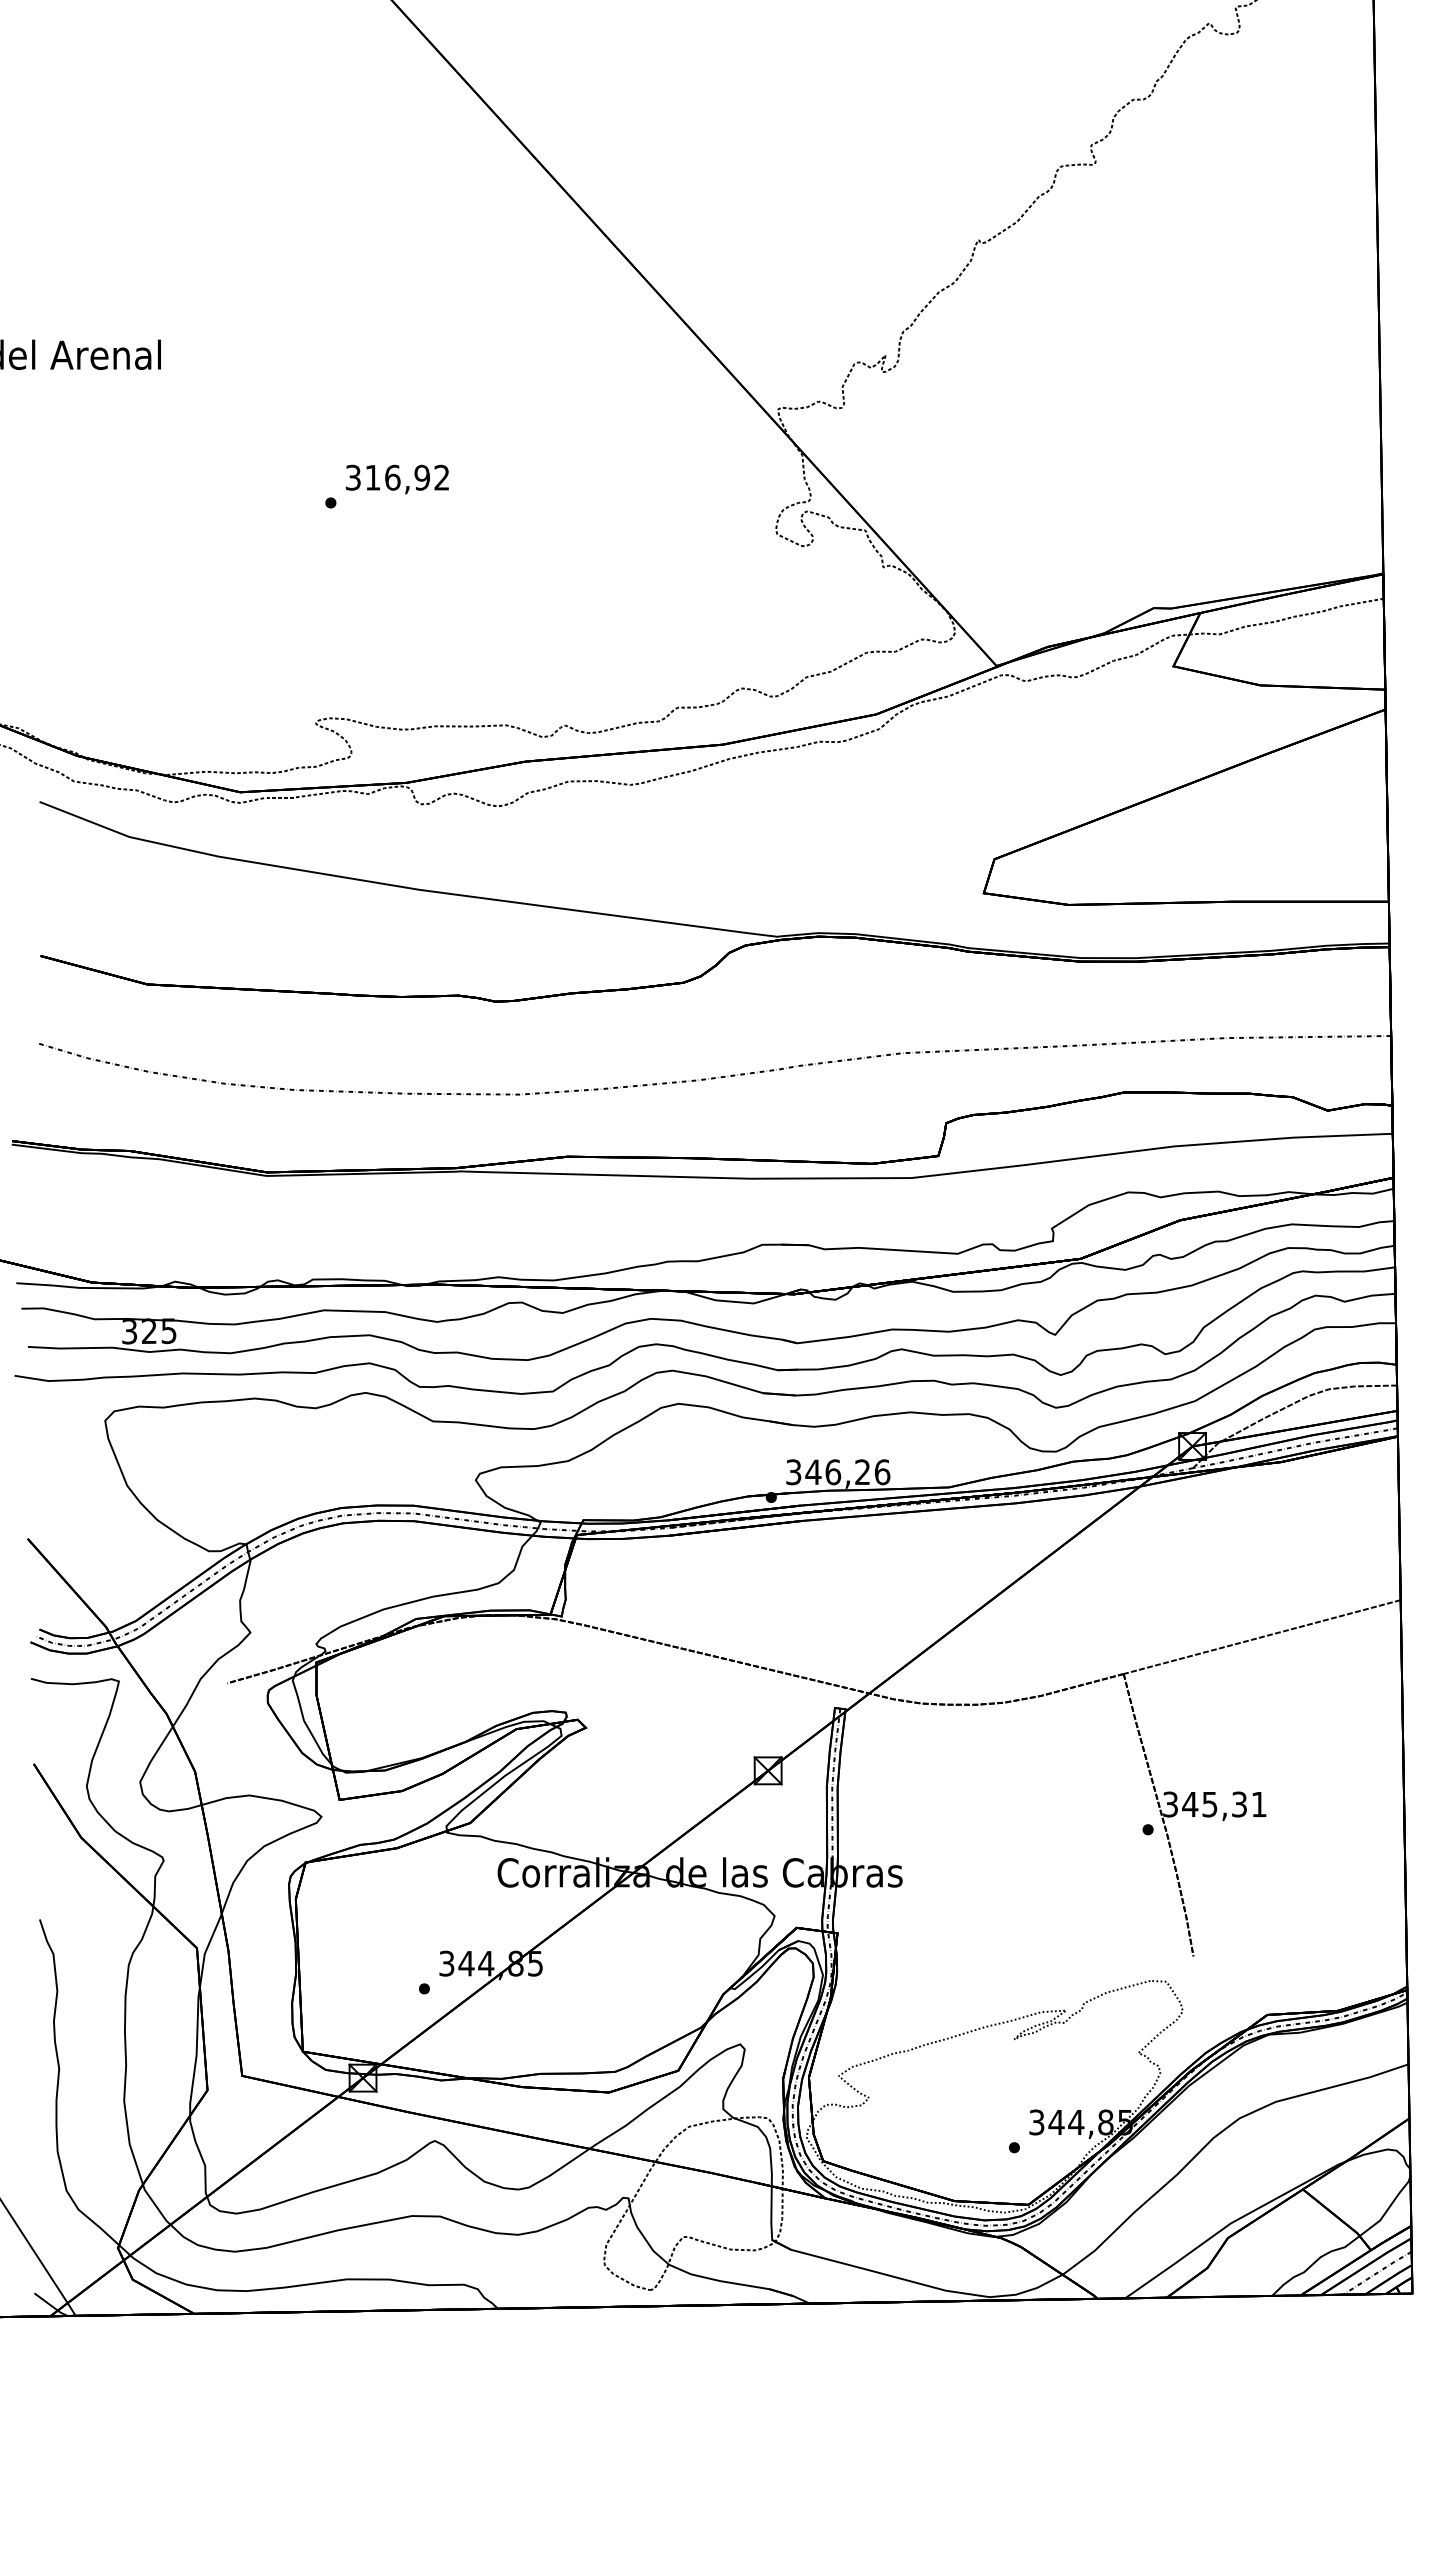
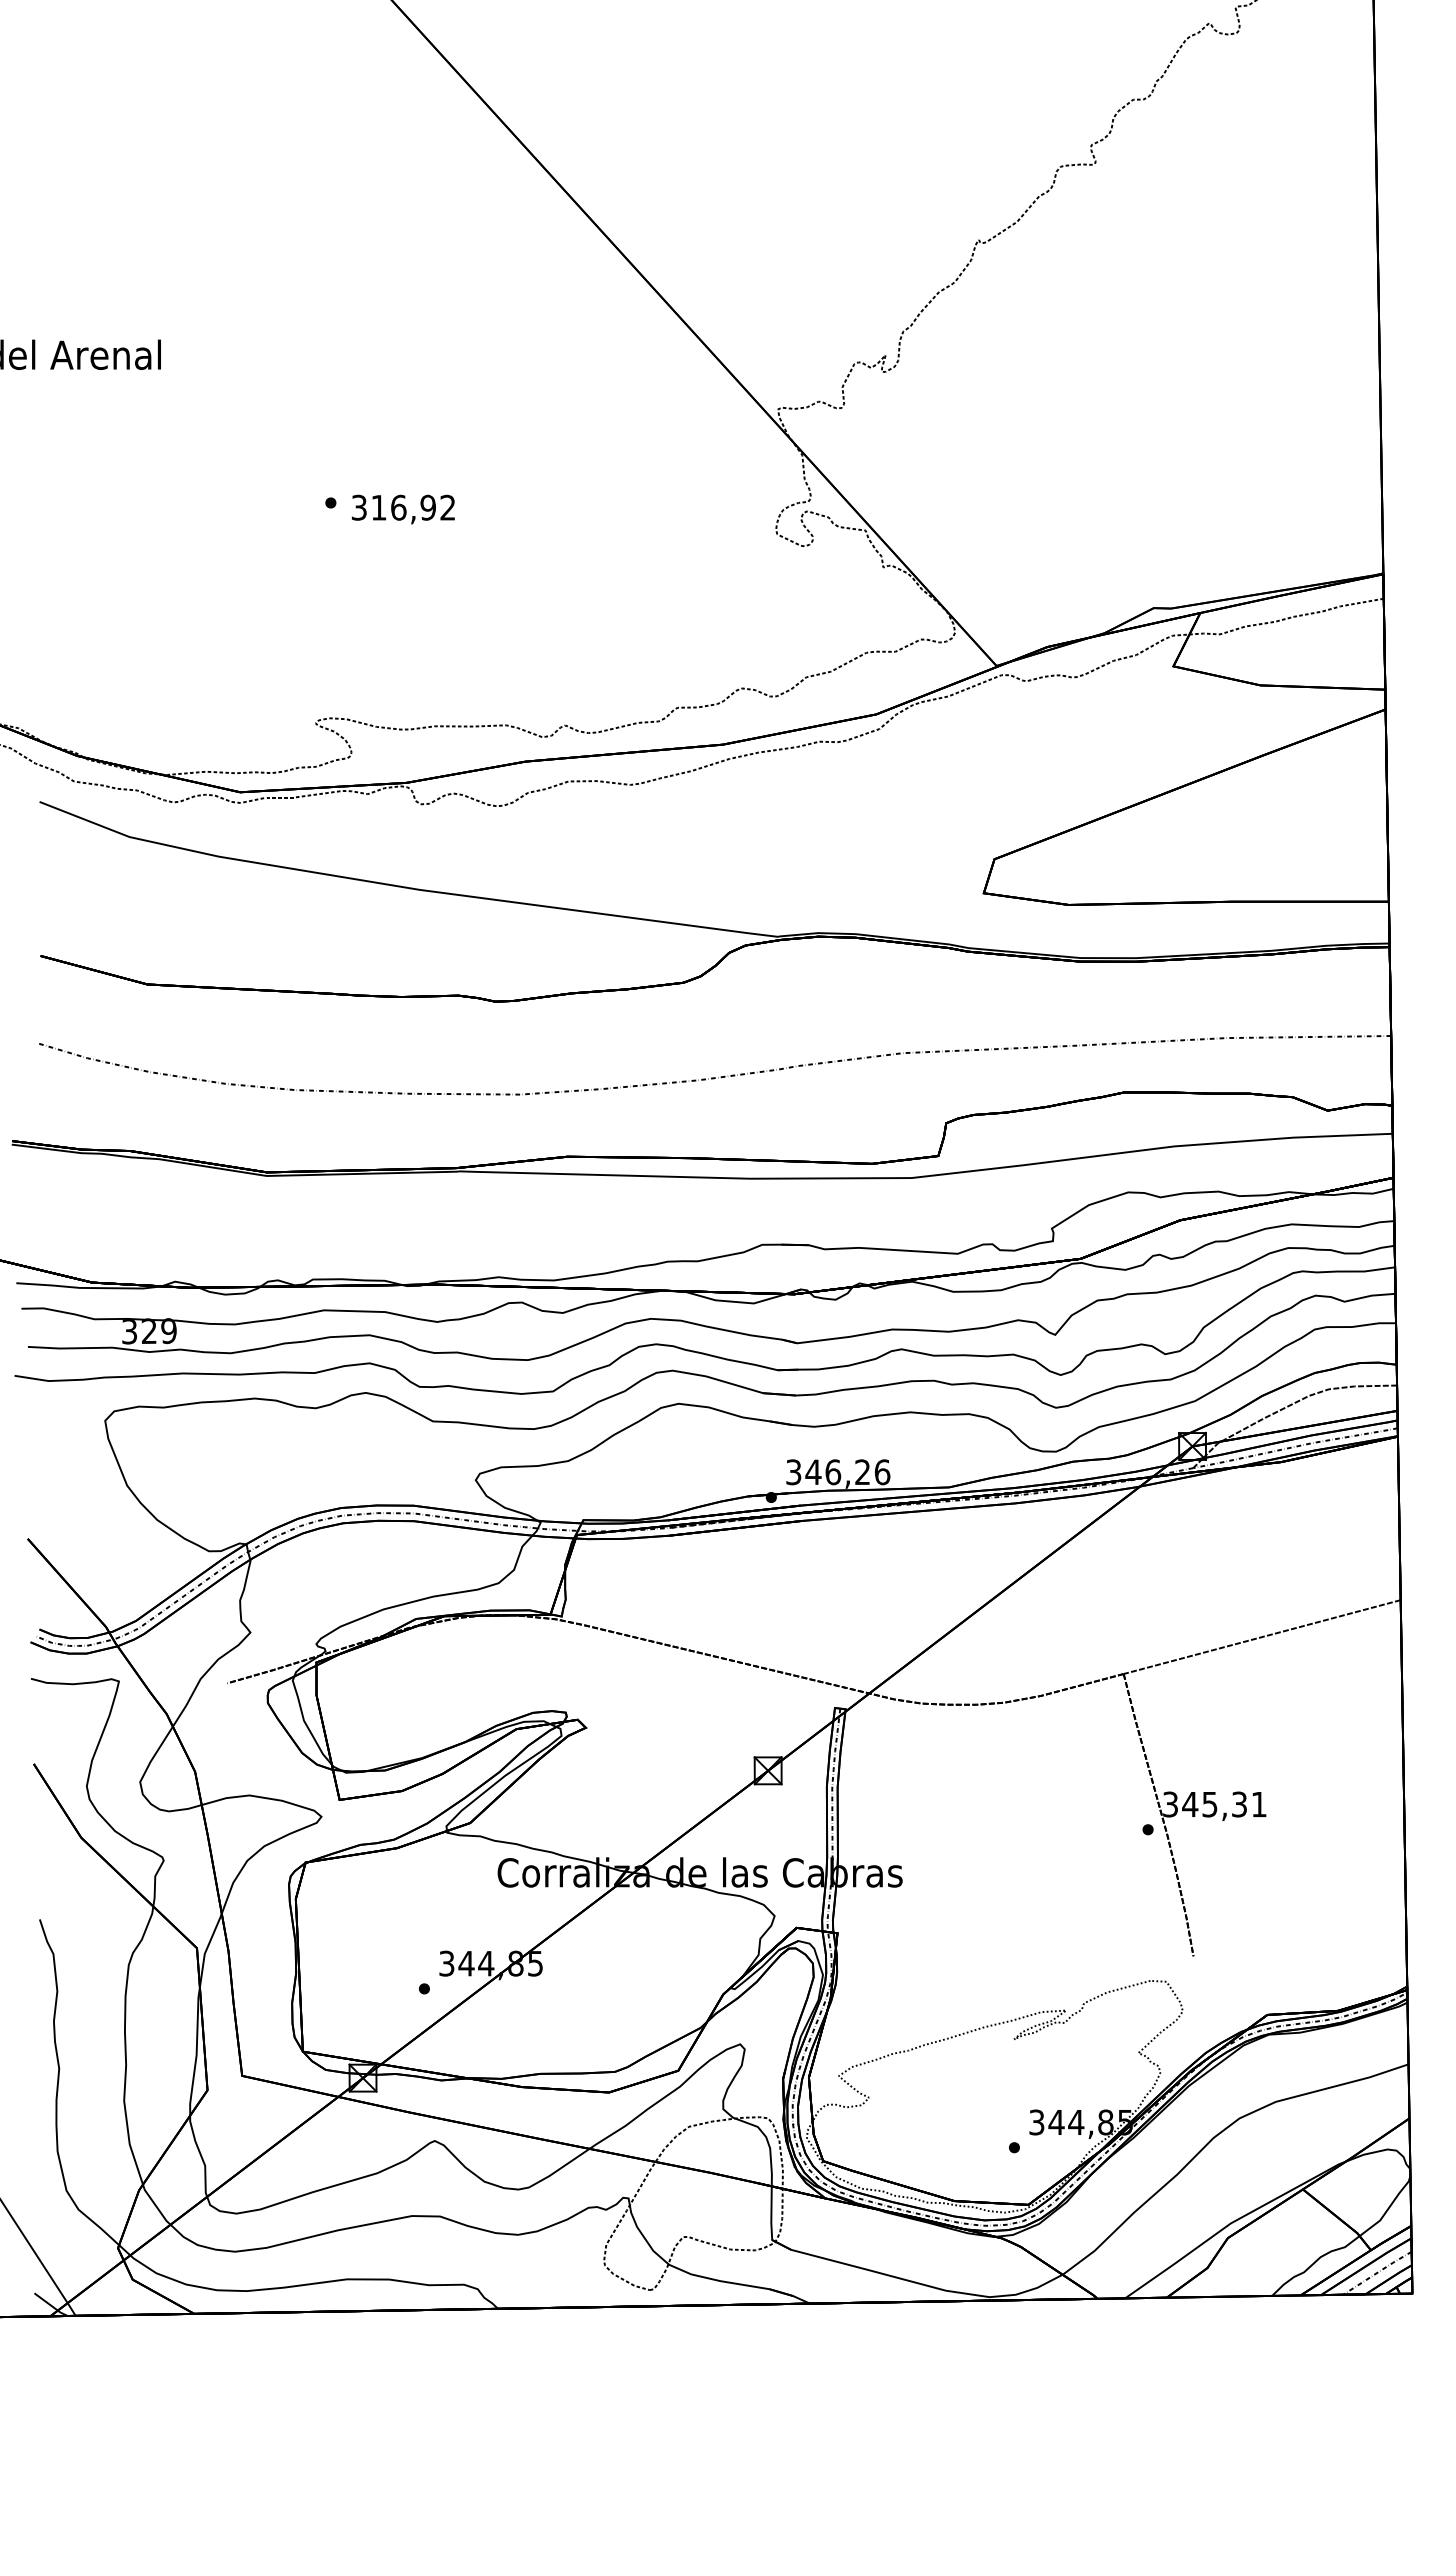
text at (397, 479) position: (397, 479) -> (403, 509)
text at (168, 1330): 325 -> 329
